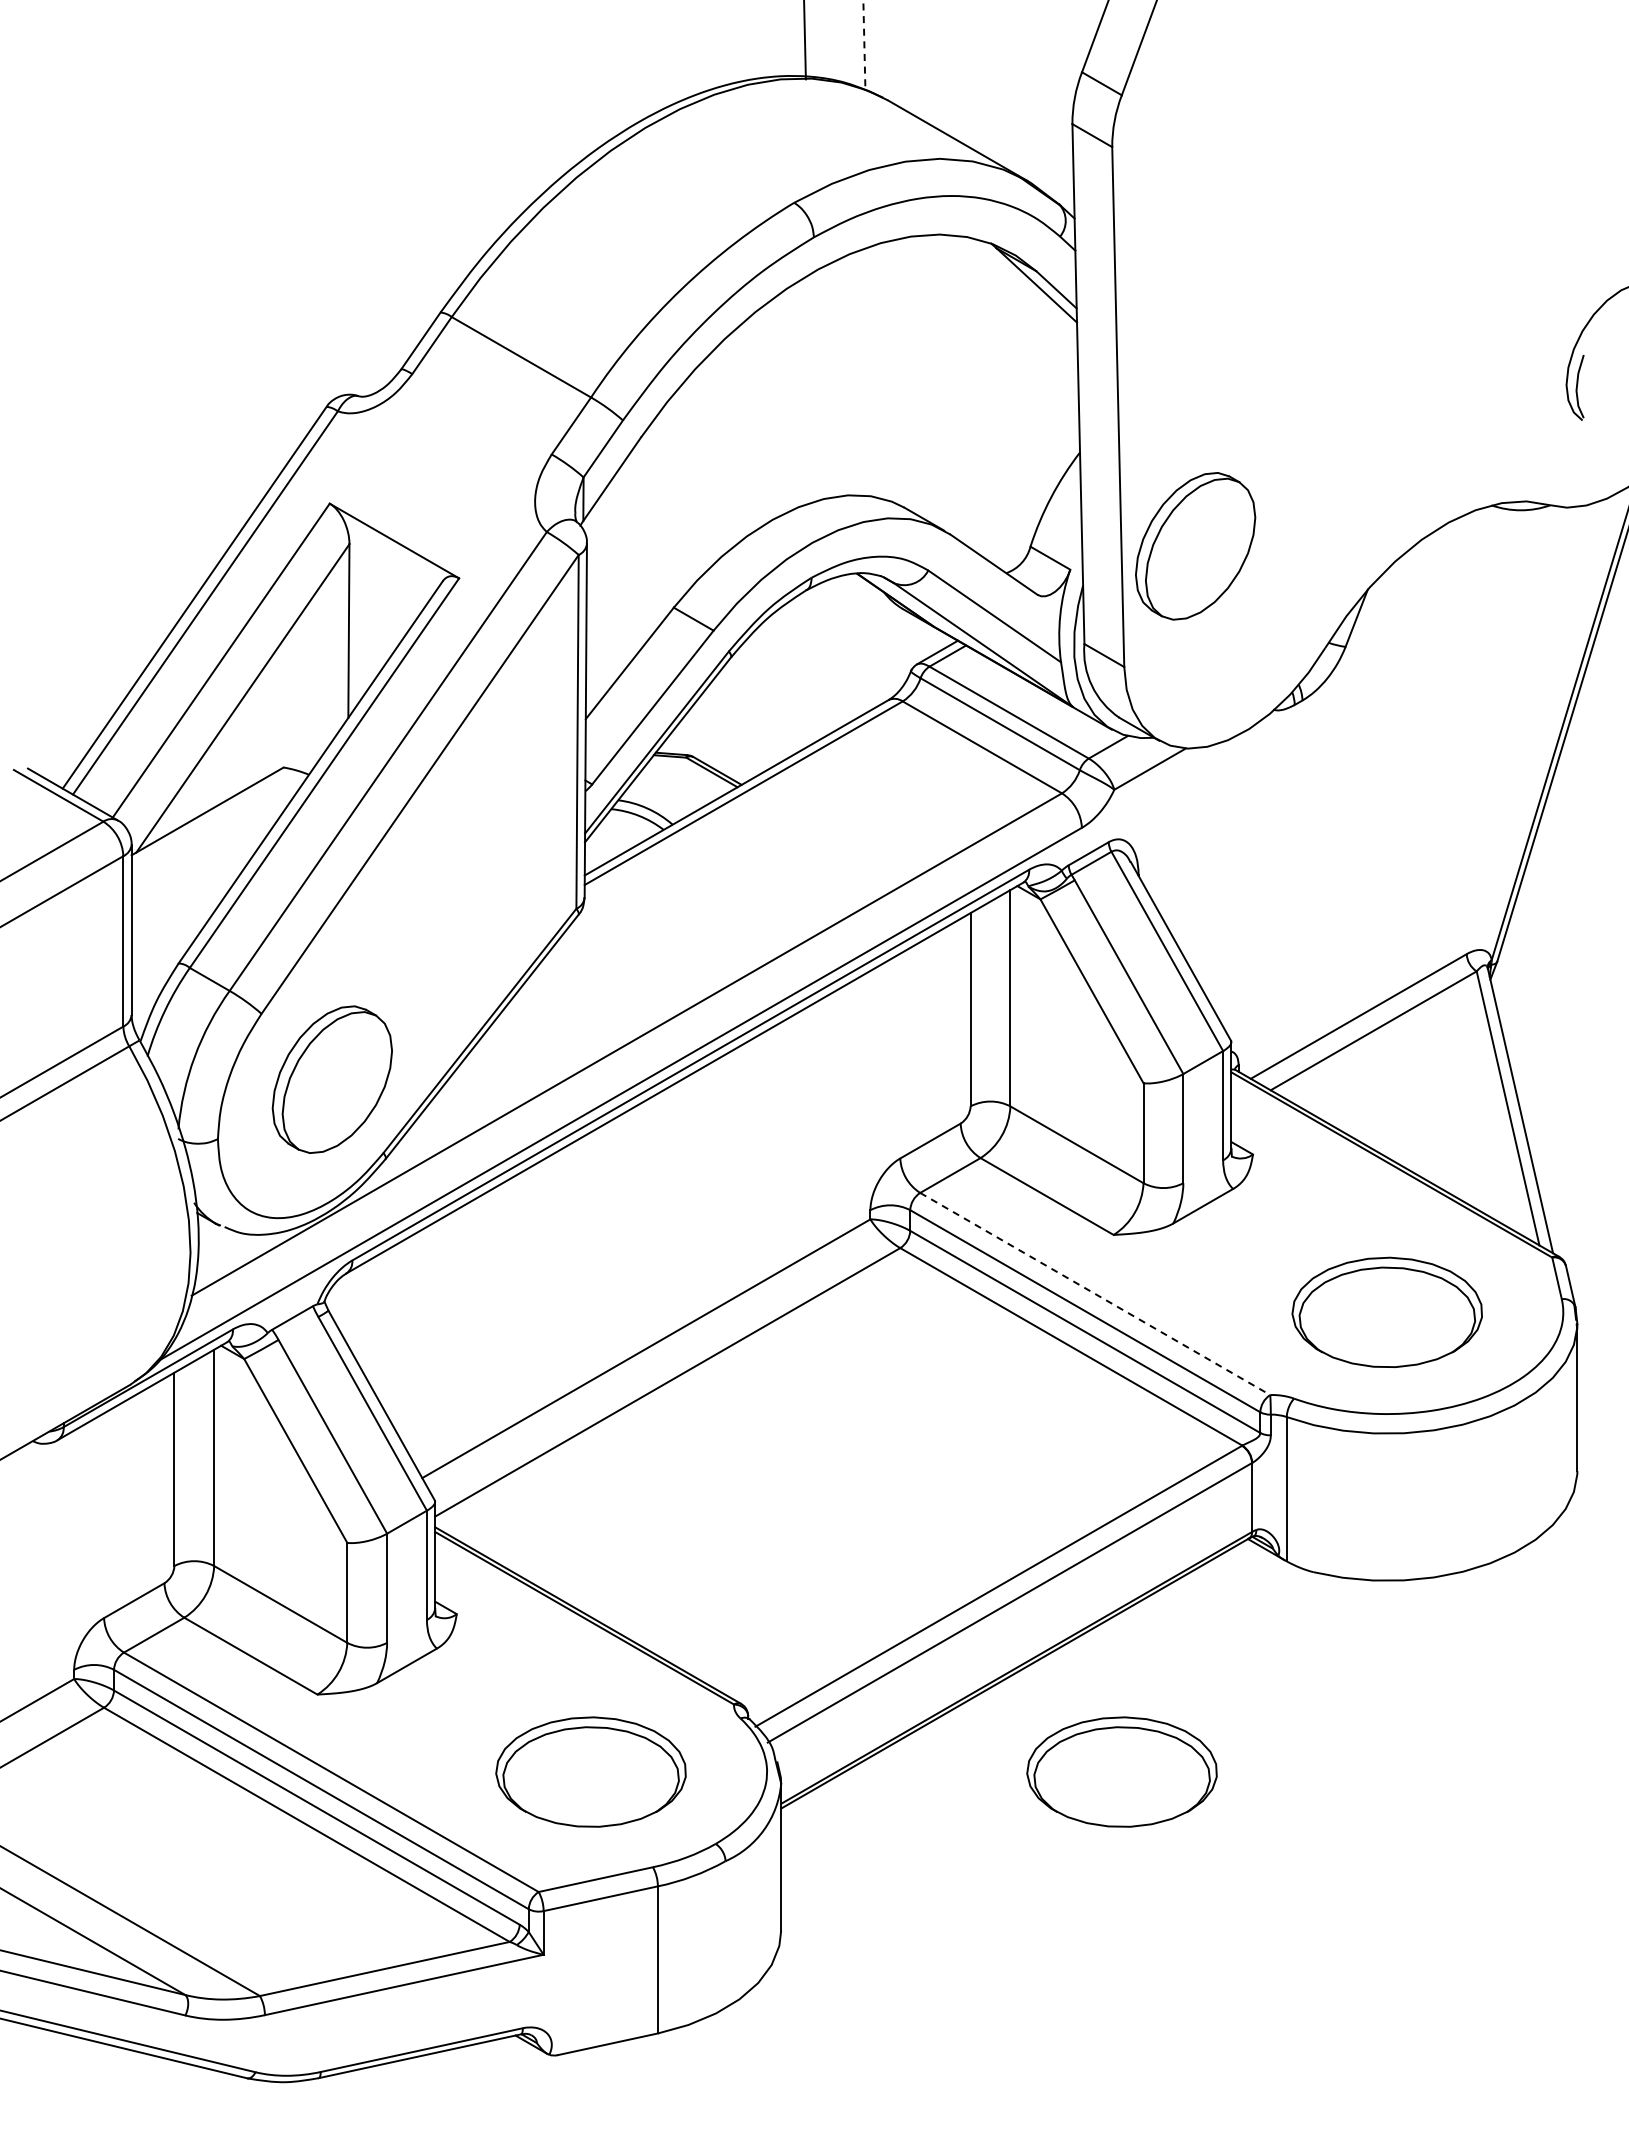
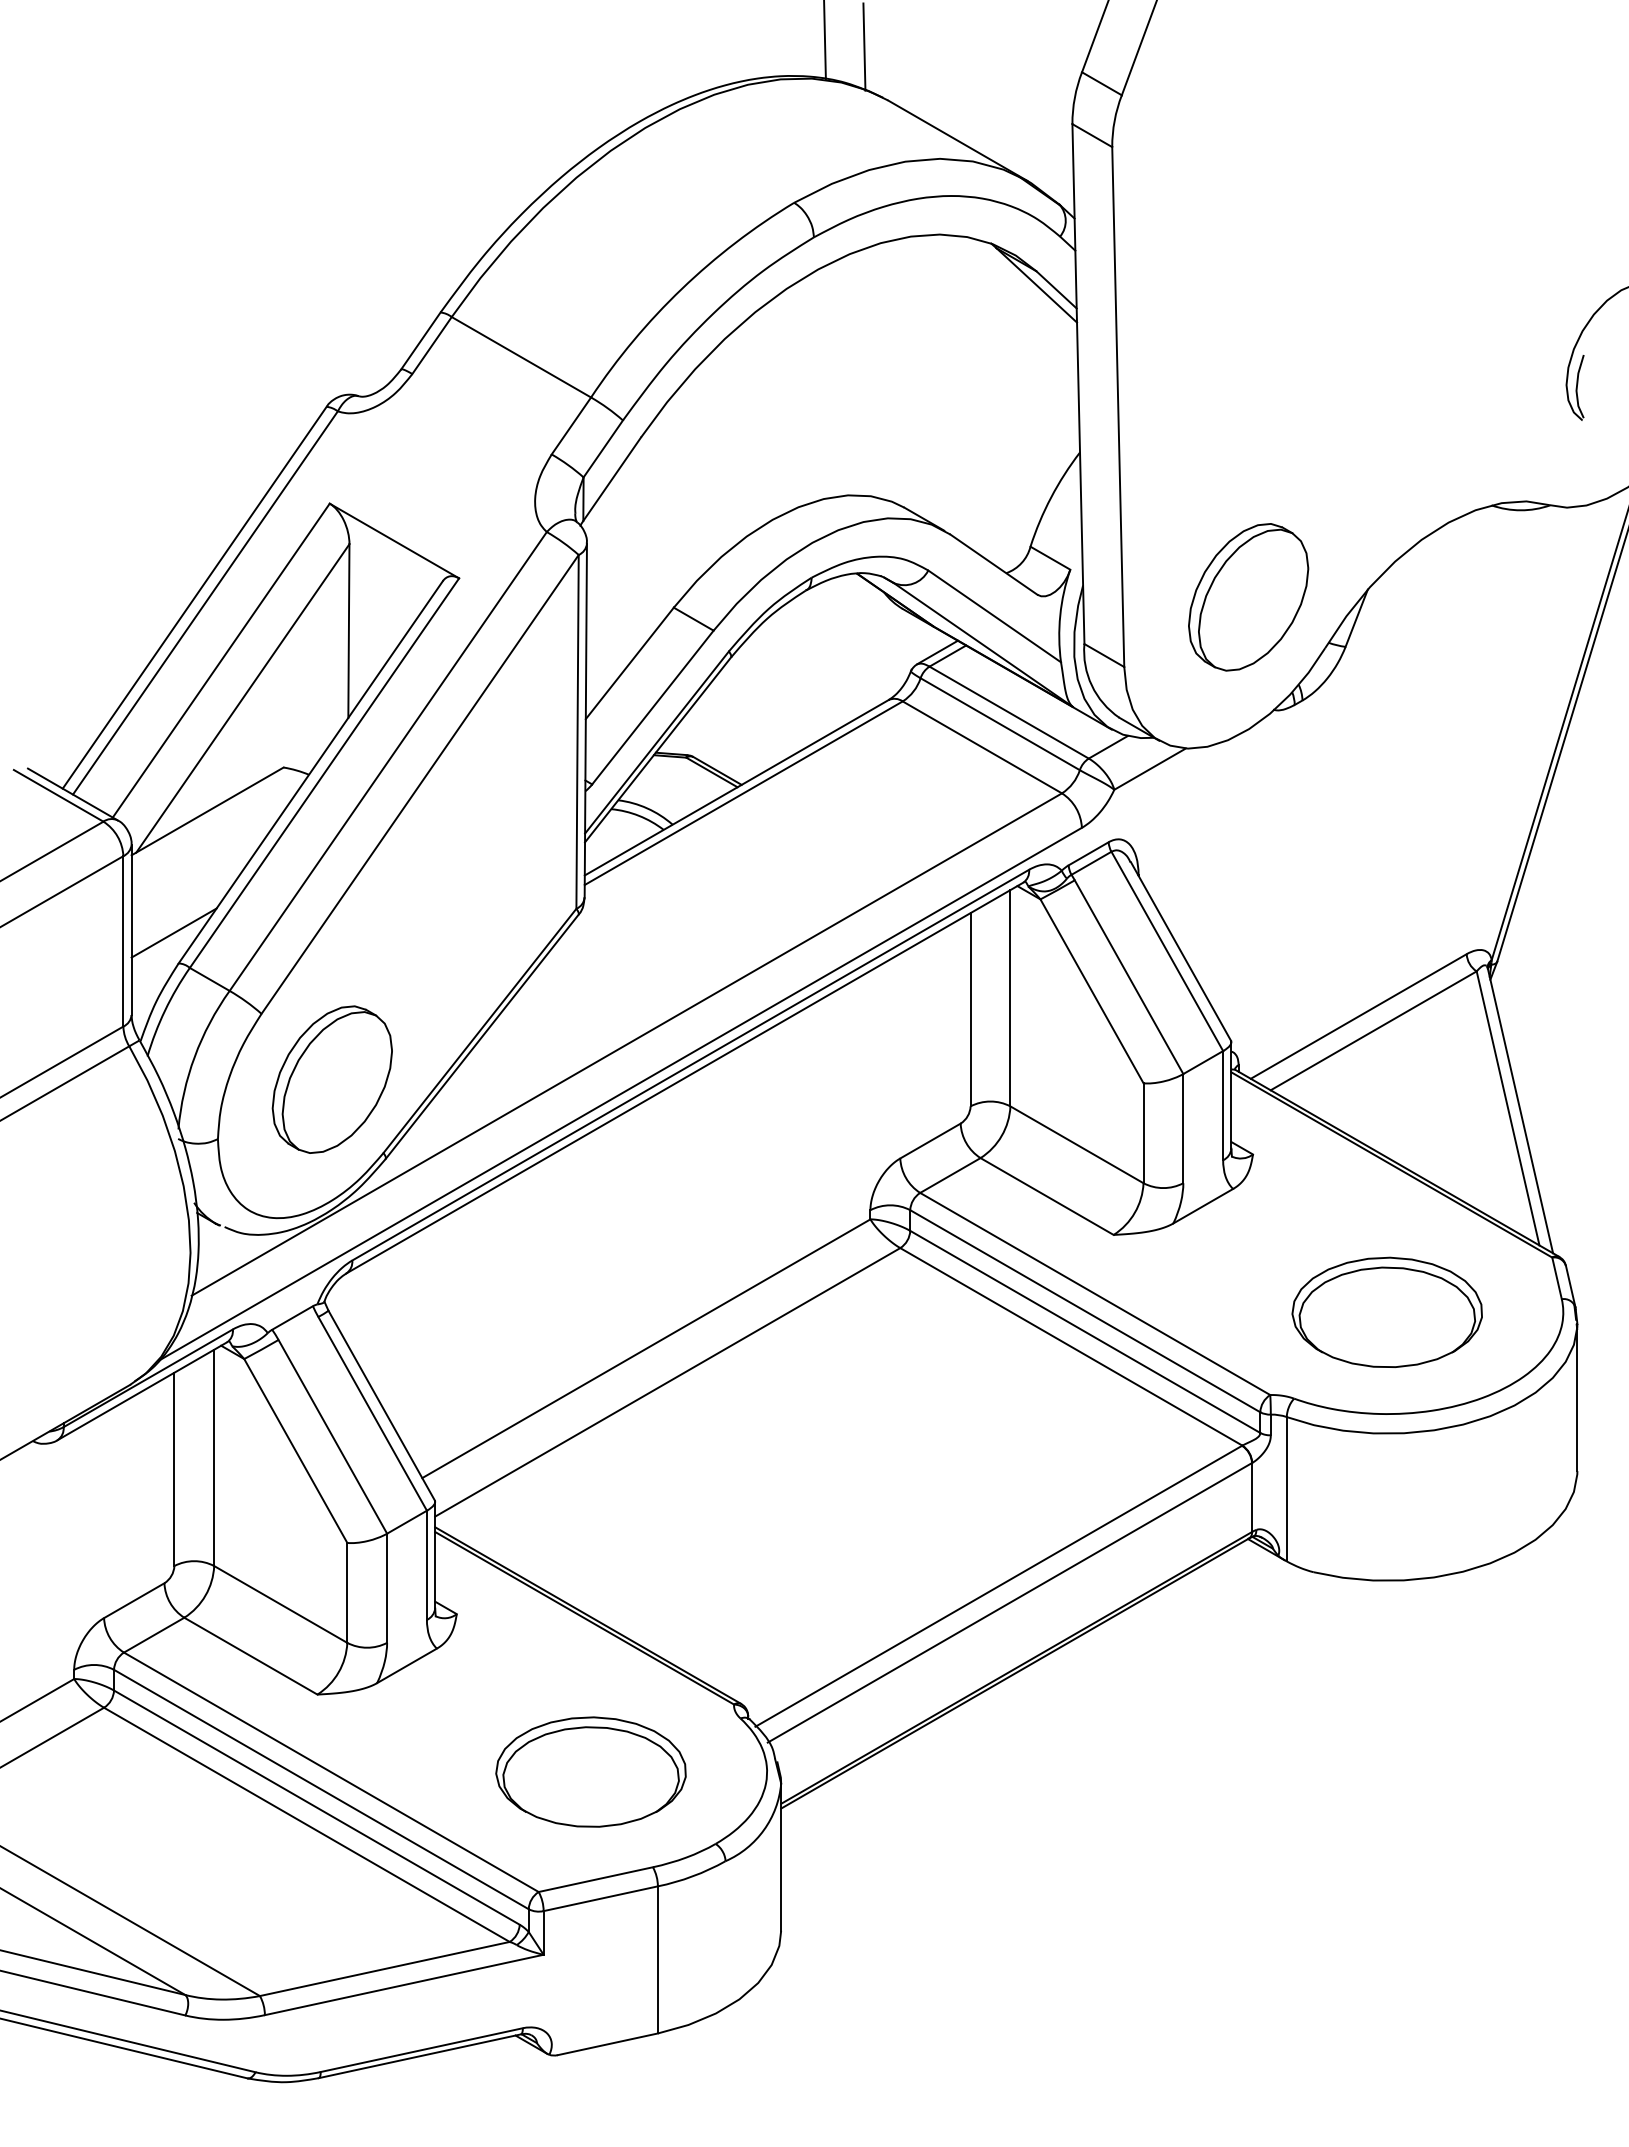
line at (804, 40) position: (804, 40) -> (824, 40)
line at (864, 47): dashed -> solid
part at (1195, 546) position: (1195, 546) -> (1248, 597)
line at (173, 932): none -> present
line at (1095, 1294): dashed -> solid
part at (1121, 1771): present -> none
